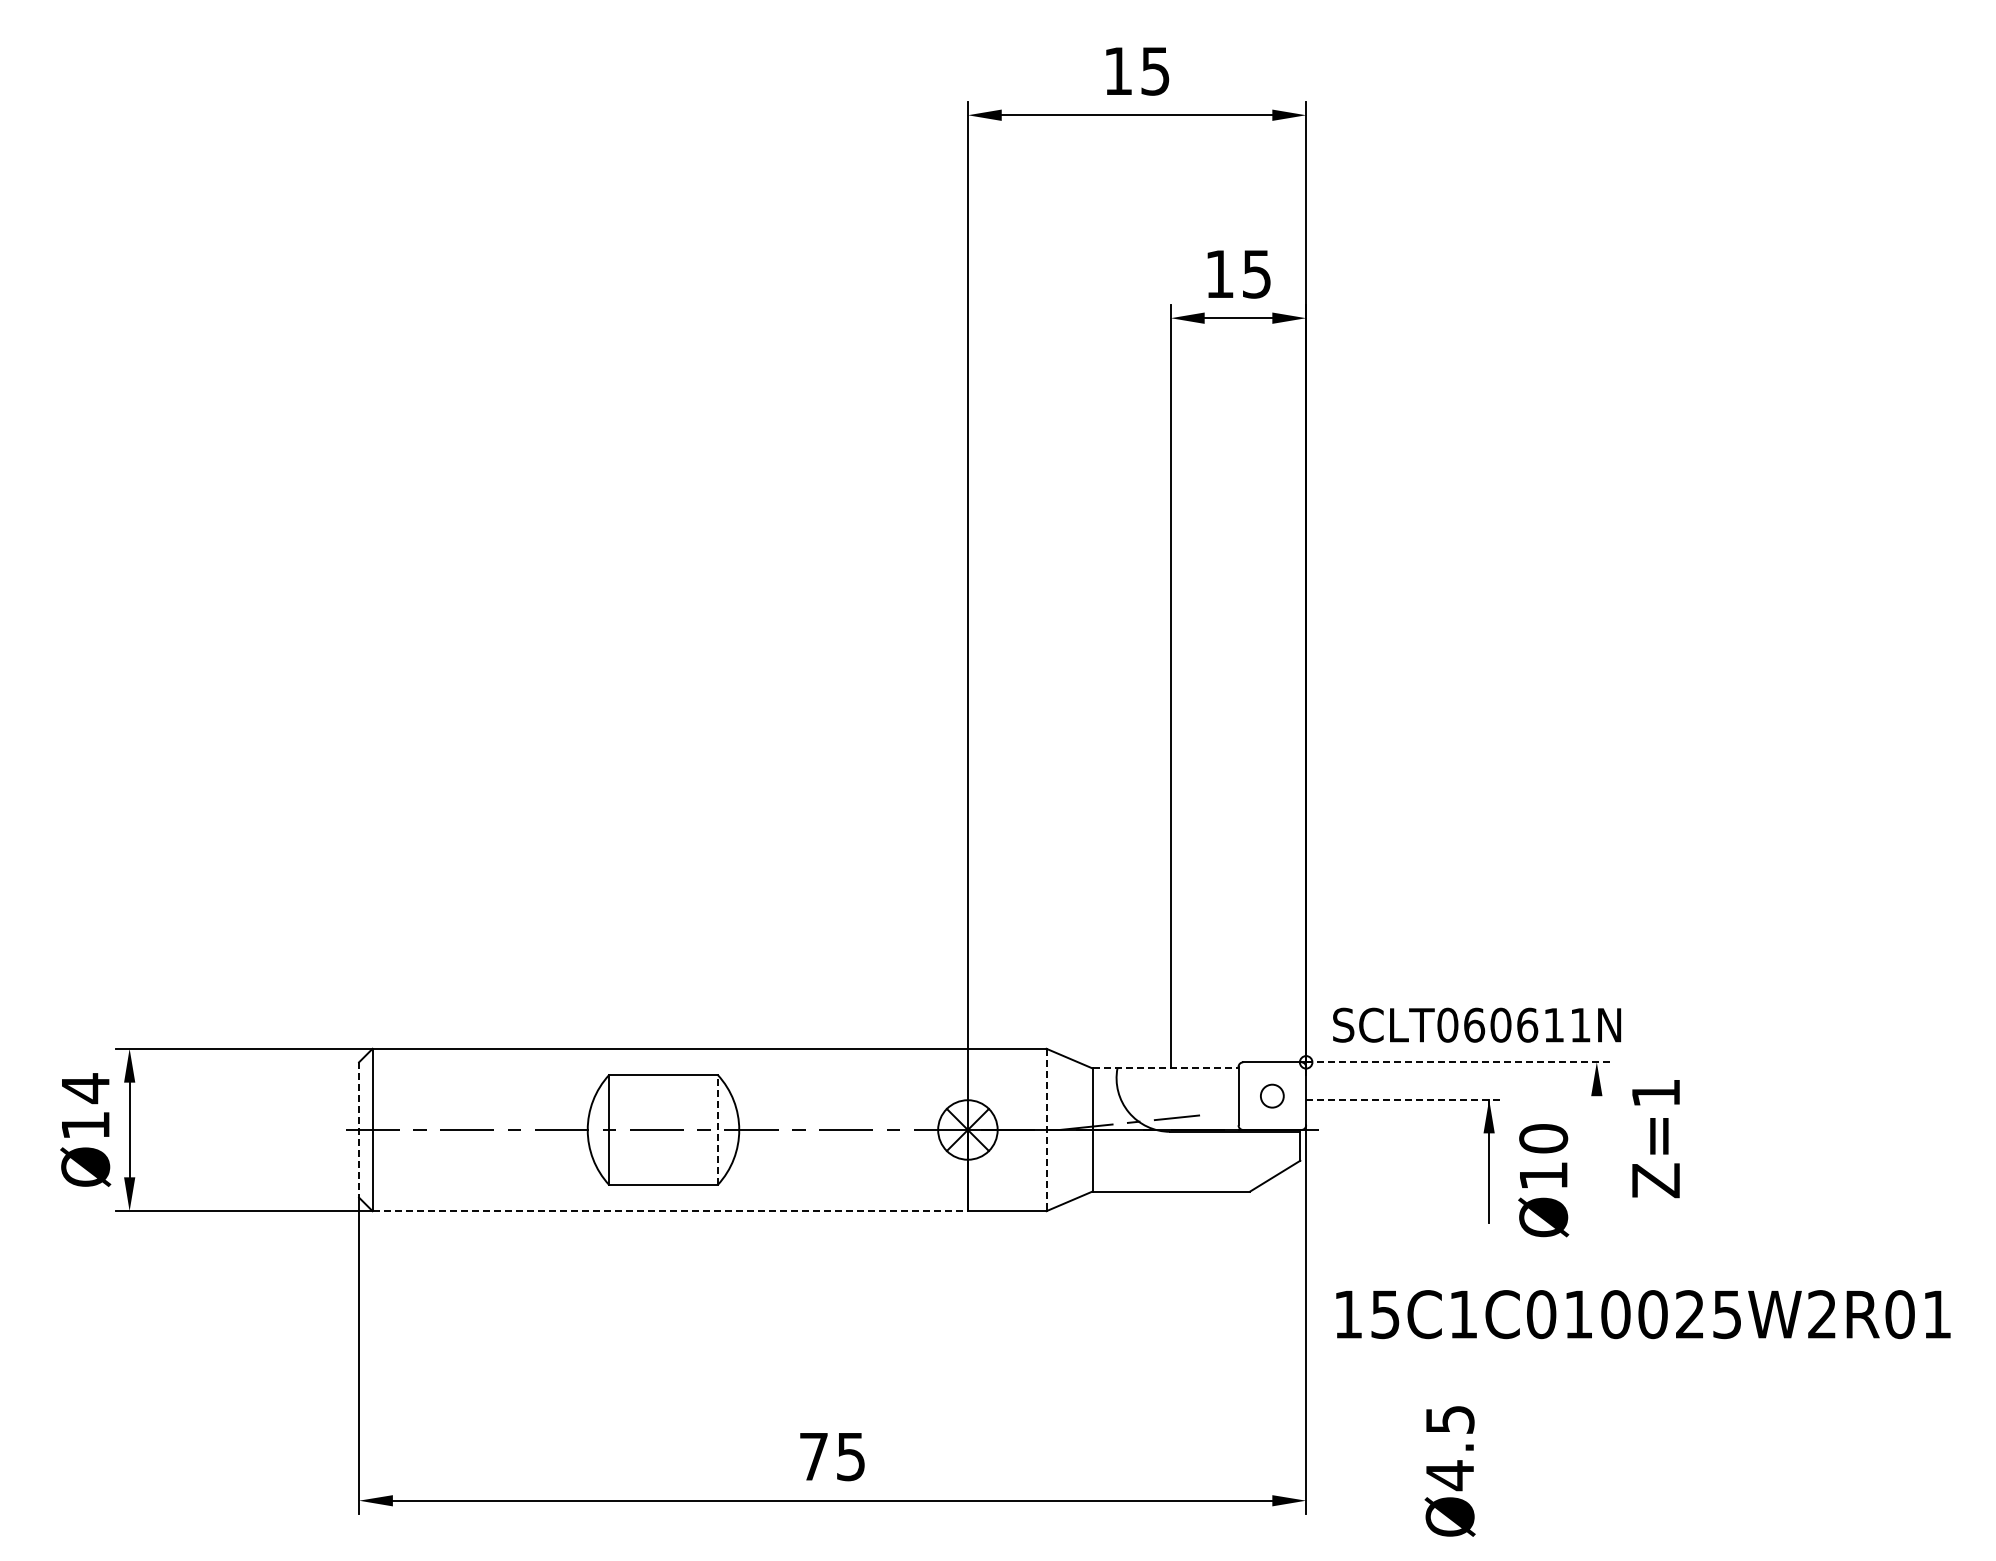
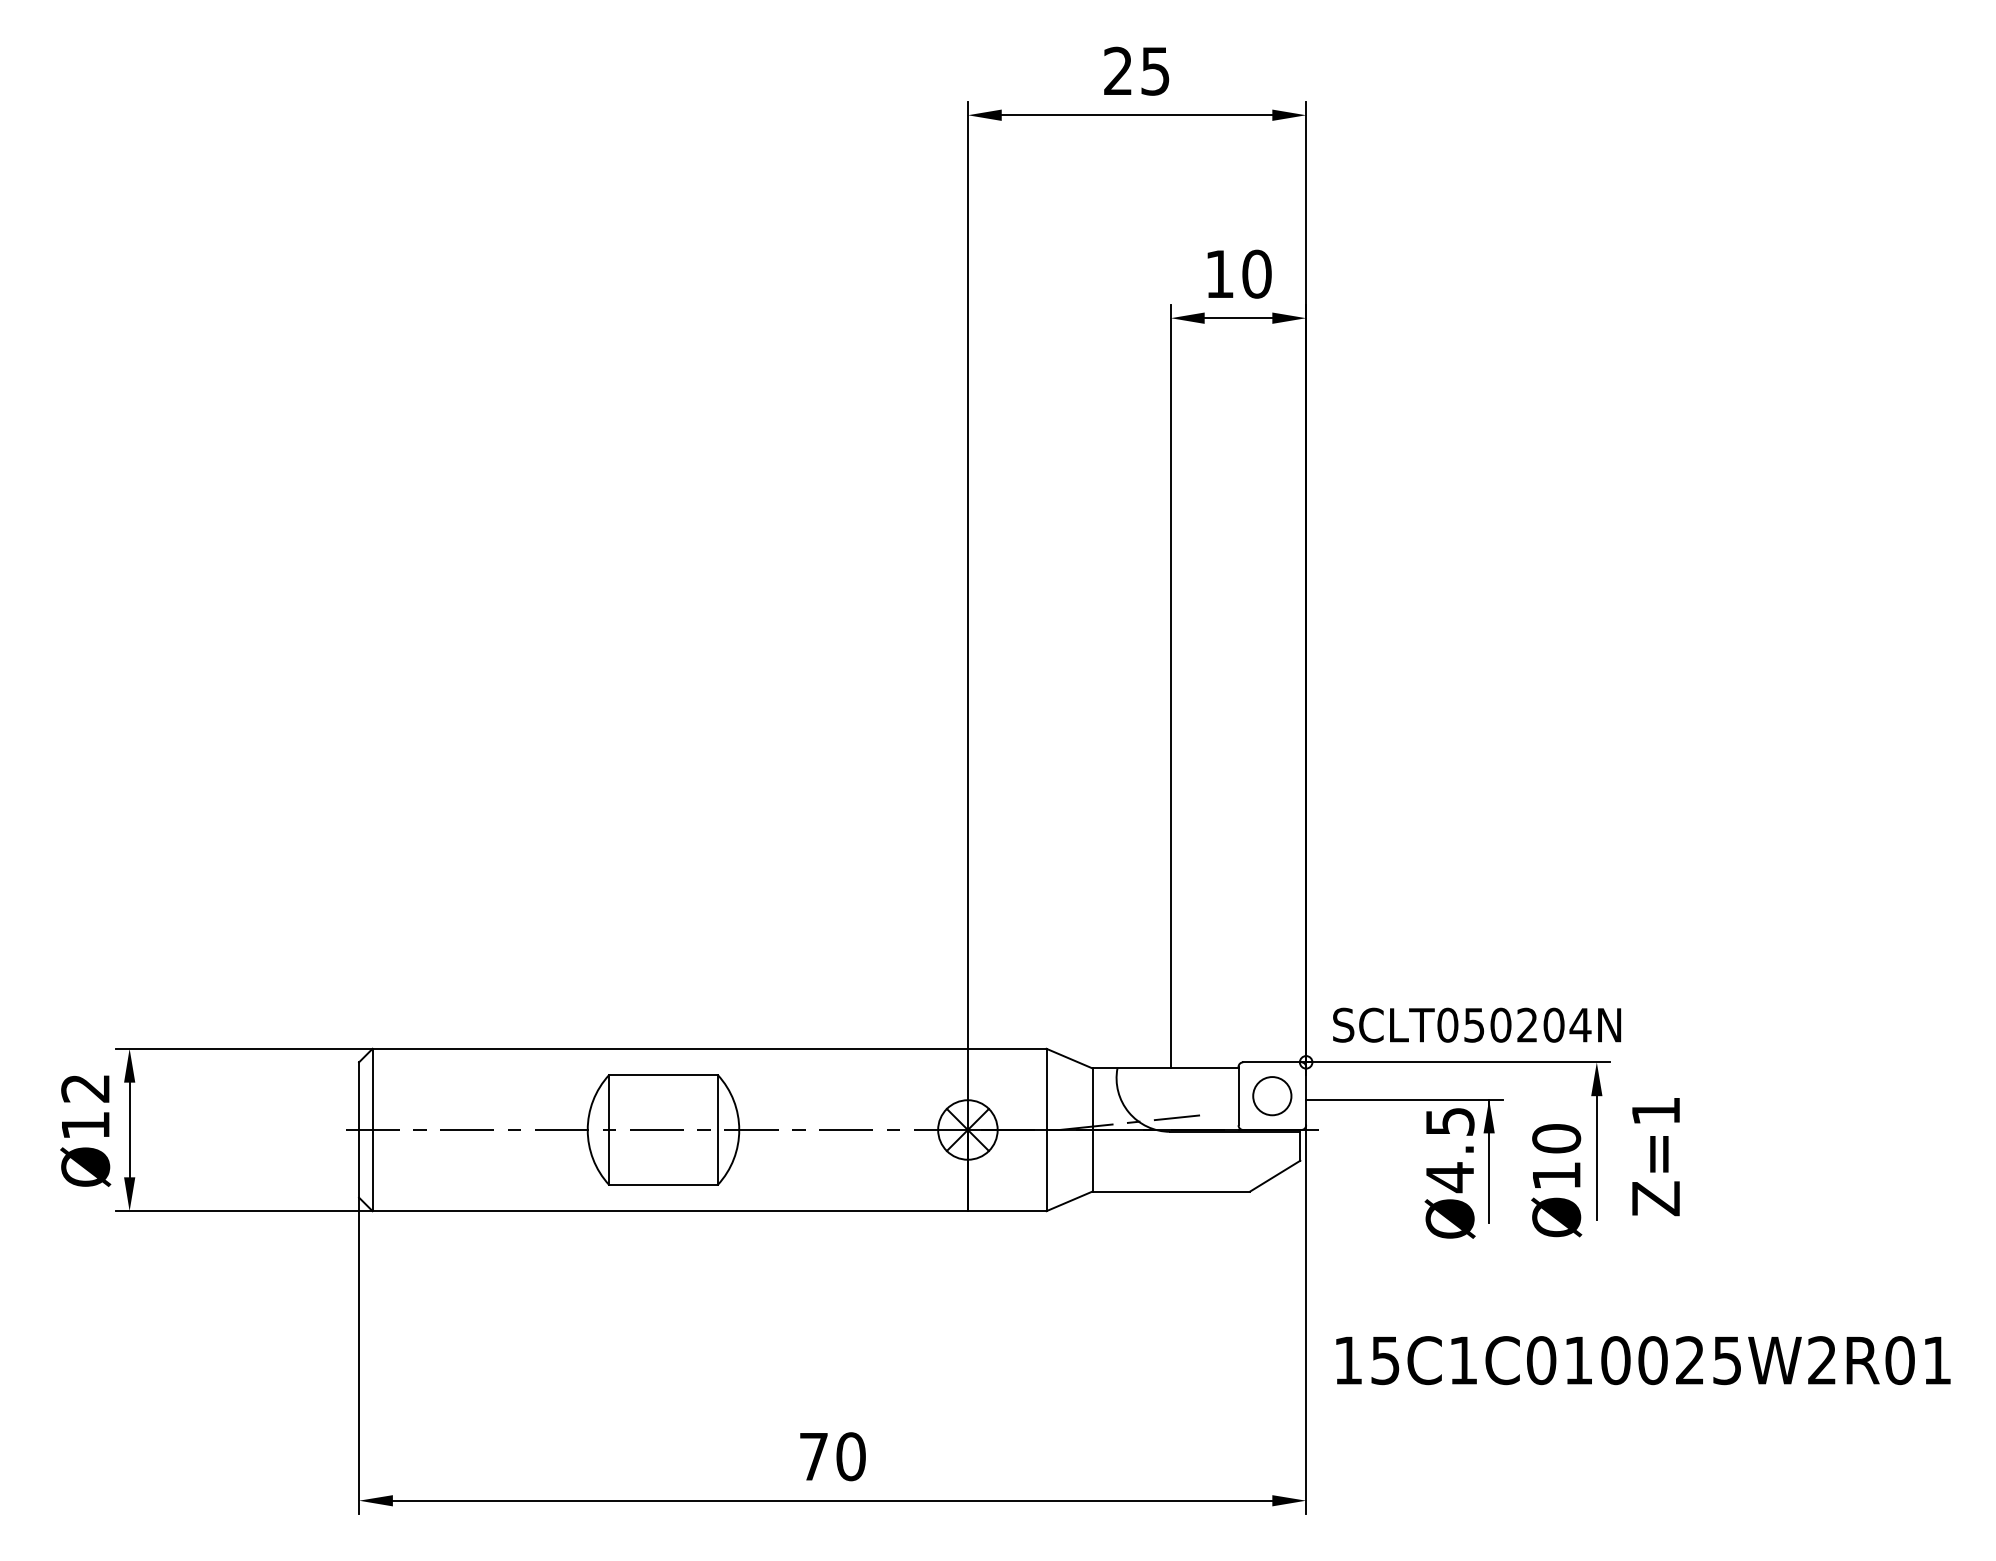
text at (1117, 70): 15 -> 25
text at (1256, 273): 15 -> 10
text at (1527, 1024): SCLT060611N -> SCLT050204N
line at (1458, 1062): dashed -> solid
line at (1165, 1068): dashed -> solid
text at (85, 1088): Ø14 -> Ø12
circle at (1271, 1095) diameter: 23 px -> 38 px
line at (1404, 1099): dashed -> solid
line at (359, 1129): dashed -> solid
line at (717, 1129): dashed -> solid
line at (1046, 1130): dashed -> solid
text at (1655, 1139) position: (1655, 1139) -> (1655, 1157)
line at (1596, 1157): none -> present
text at (1543, 1180) position: (1543, 1180) -> (1556, 1180)
line at (670, 1211): dashed -> solid
text at (1643, 1314) position: (1643, 1314) -> (1643, 1360)
text at (850, 1456): 75 -> 70
text at (1449, 1471) position: (1449, 1471) -> (1449, 1173)
